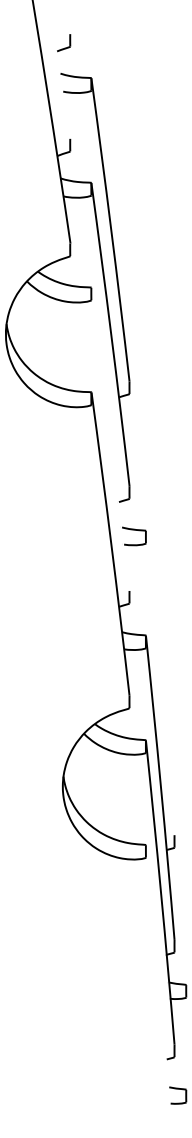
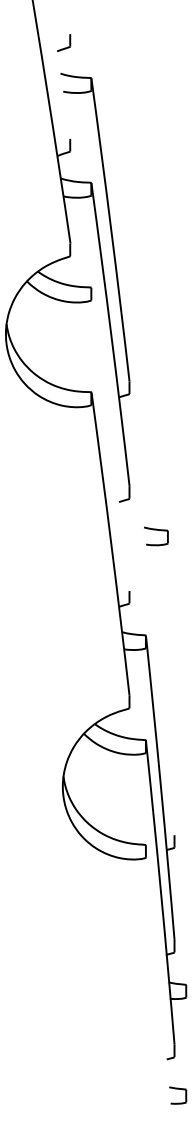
part at (134, 536) position: (134, 536) -> (156, 536)
